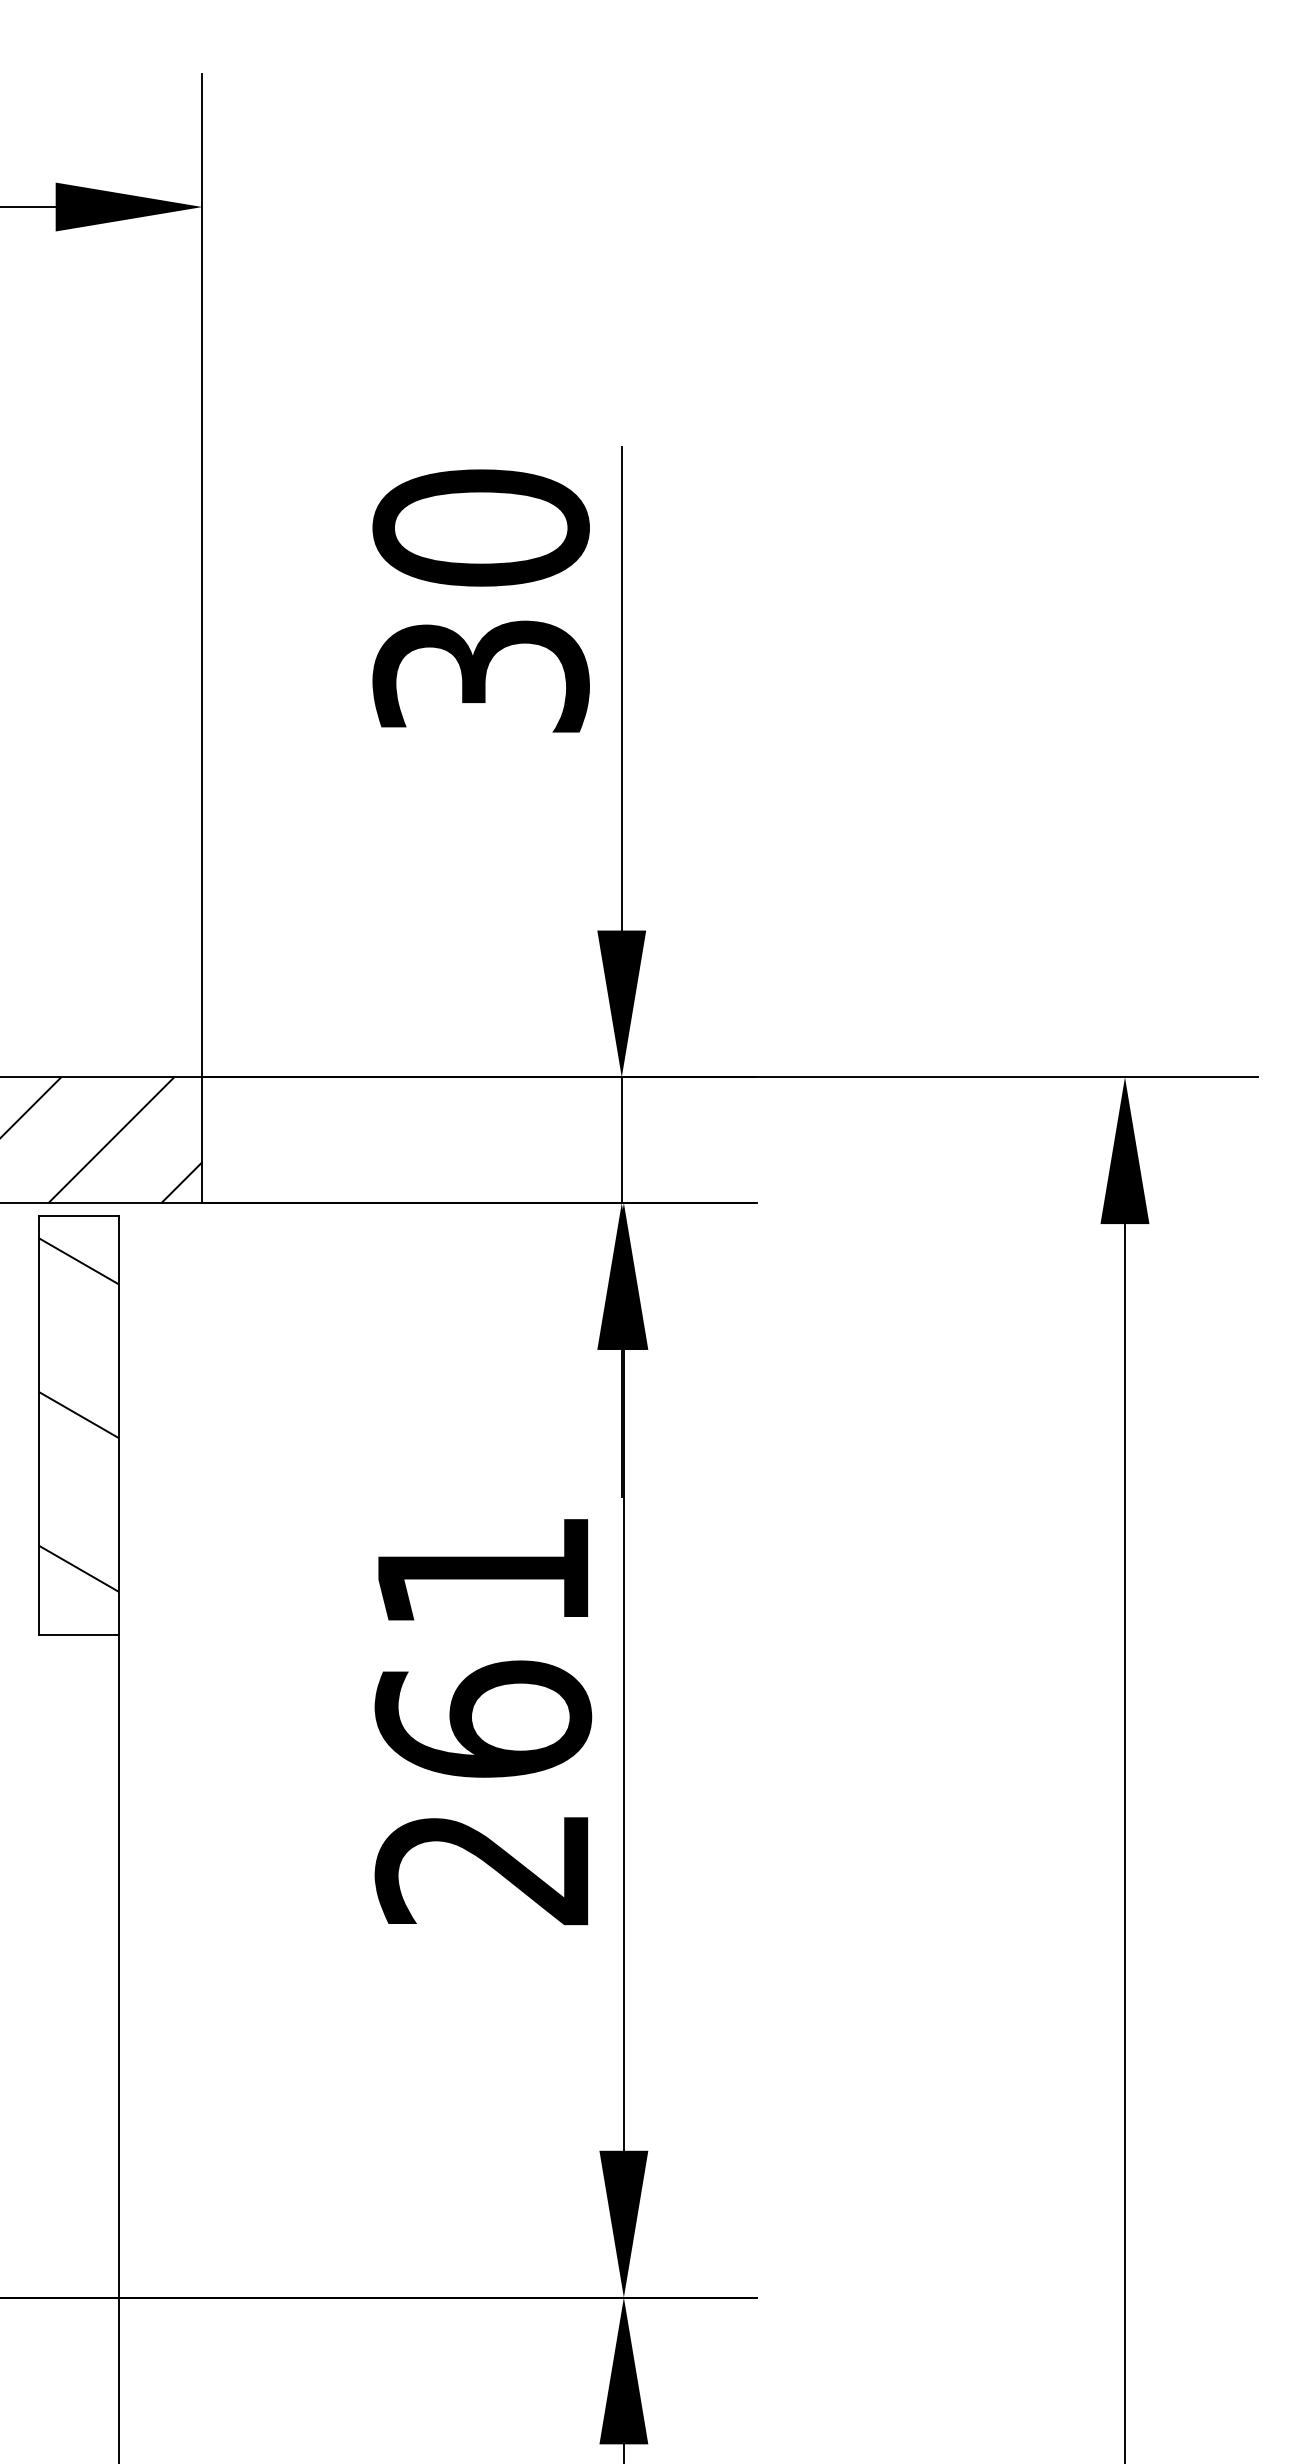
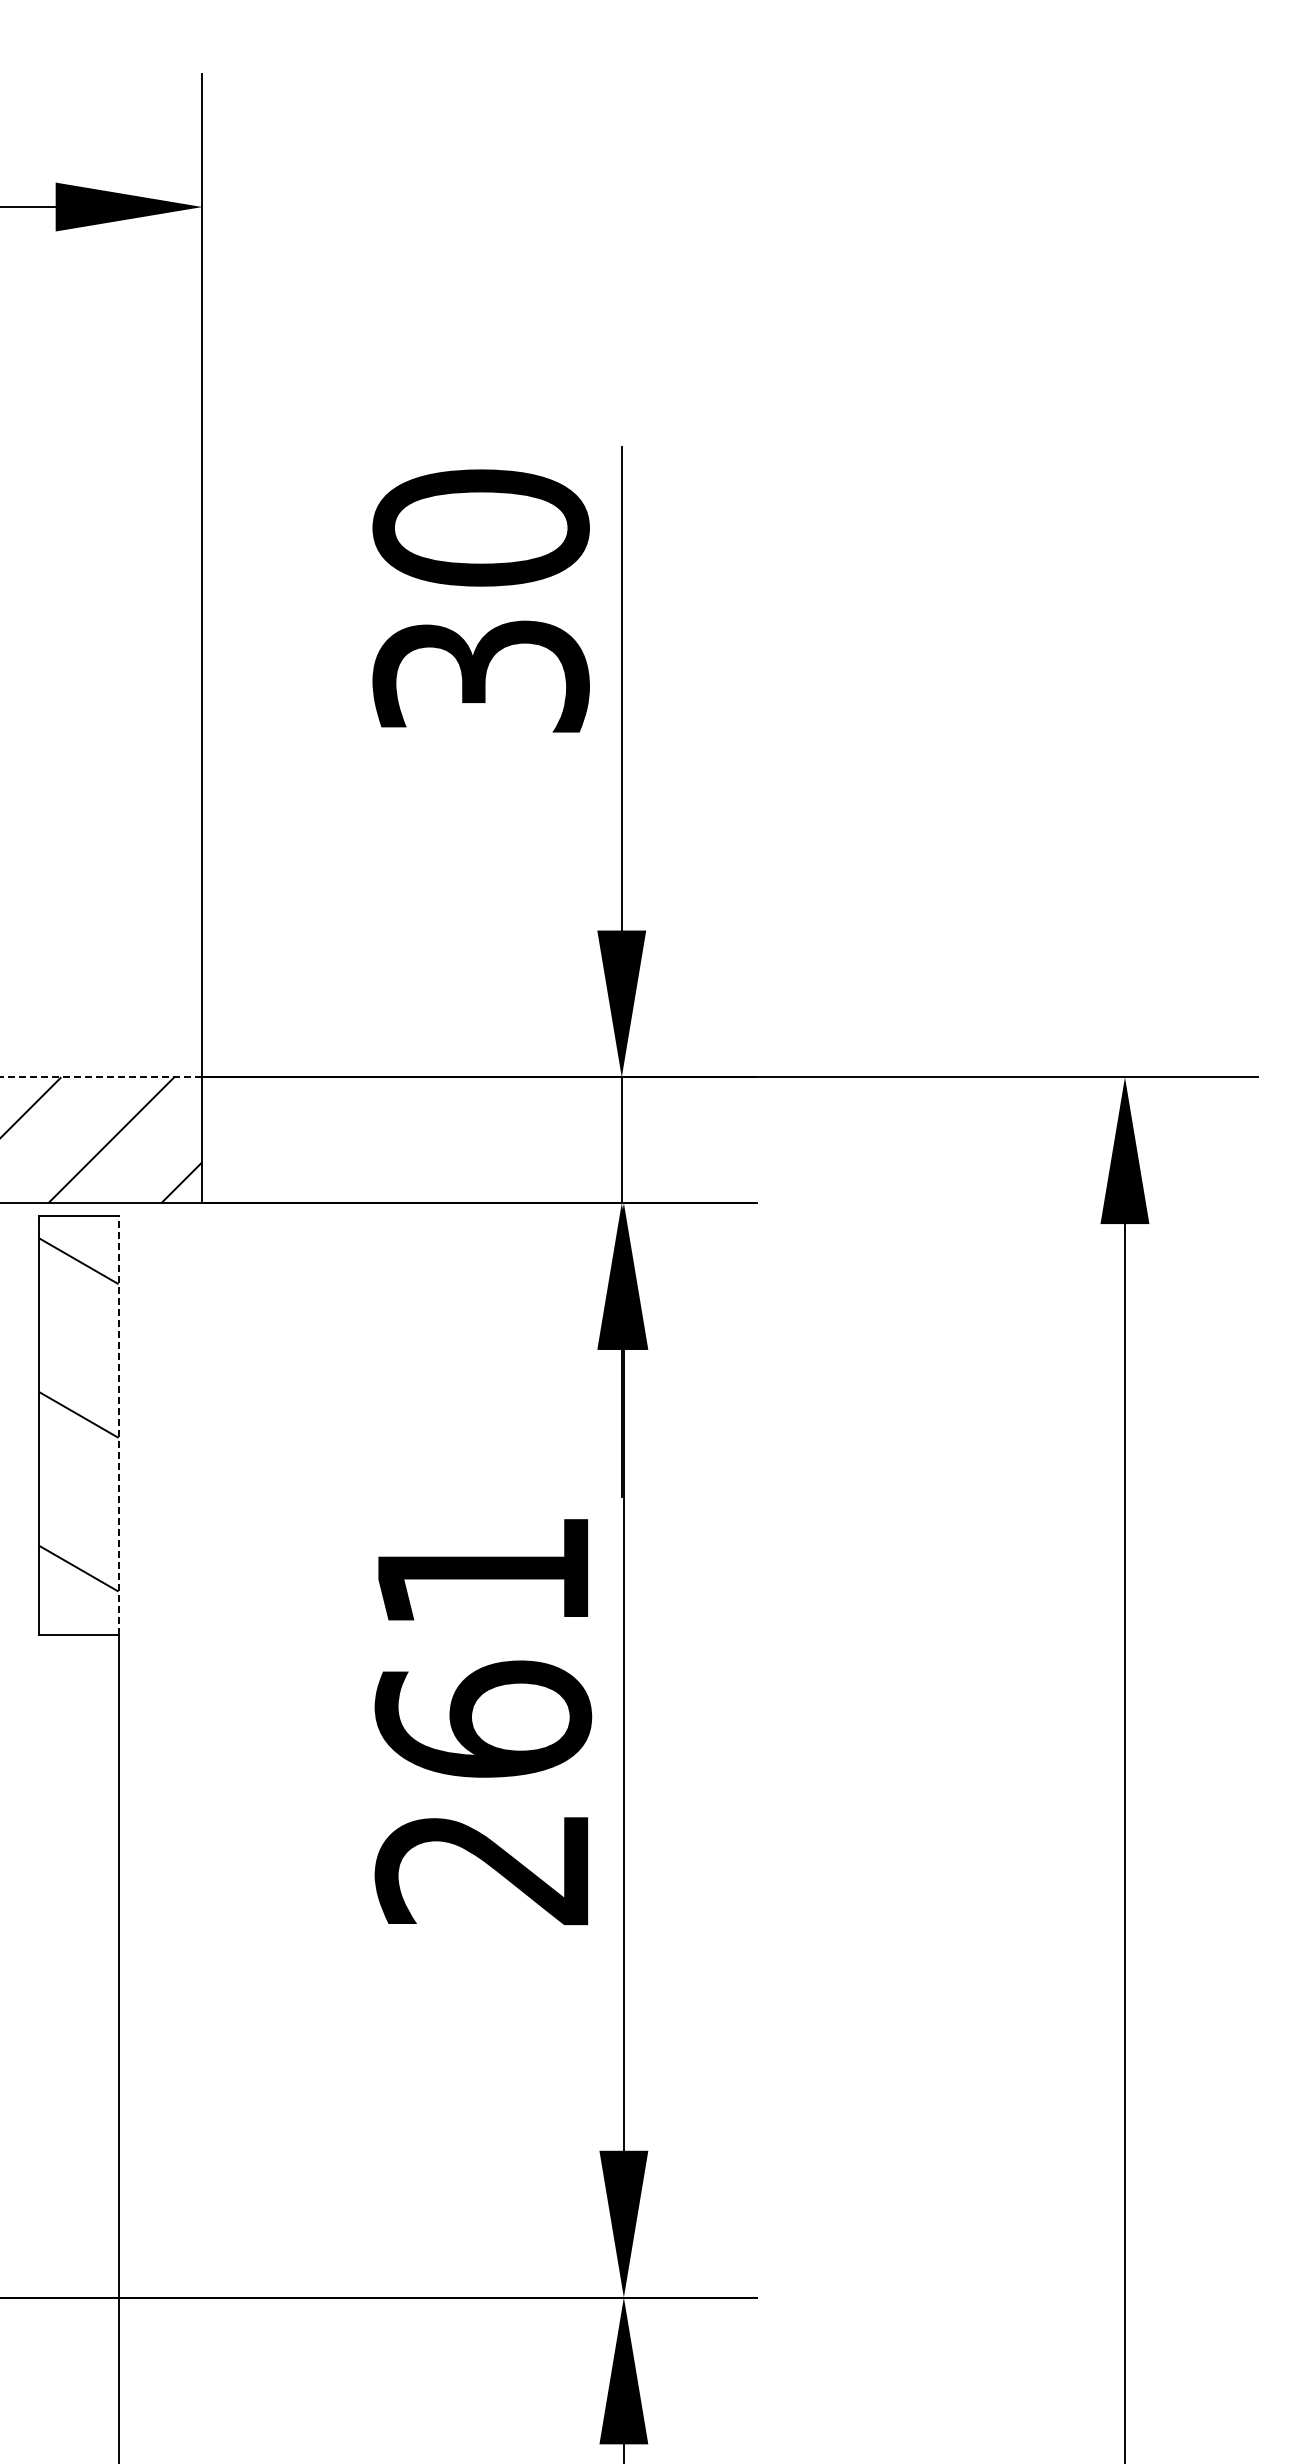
line at (101, 1077): solid -> dashed
line at (118, 1425): solid -> dashed
